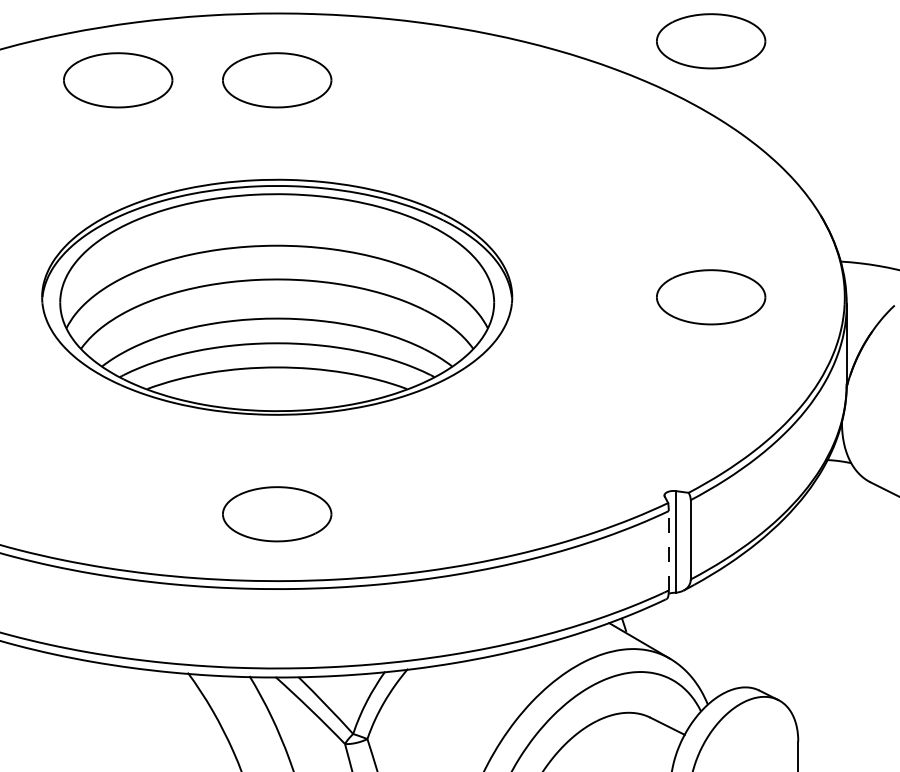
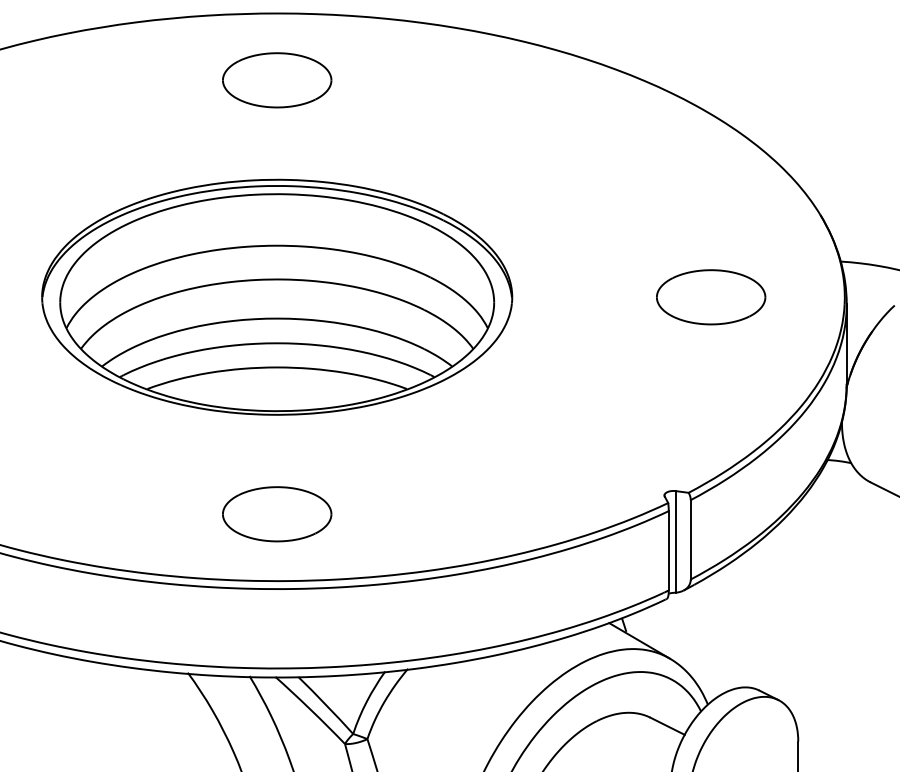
part at (711, 41): present -> none
part at (118, 80): present -> none
line at (668, 550): dashed -> solid
